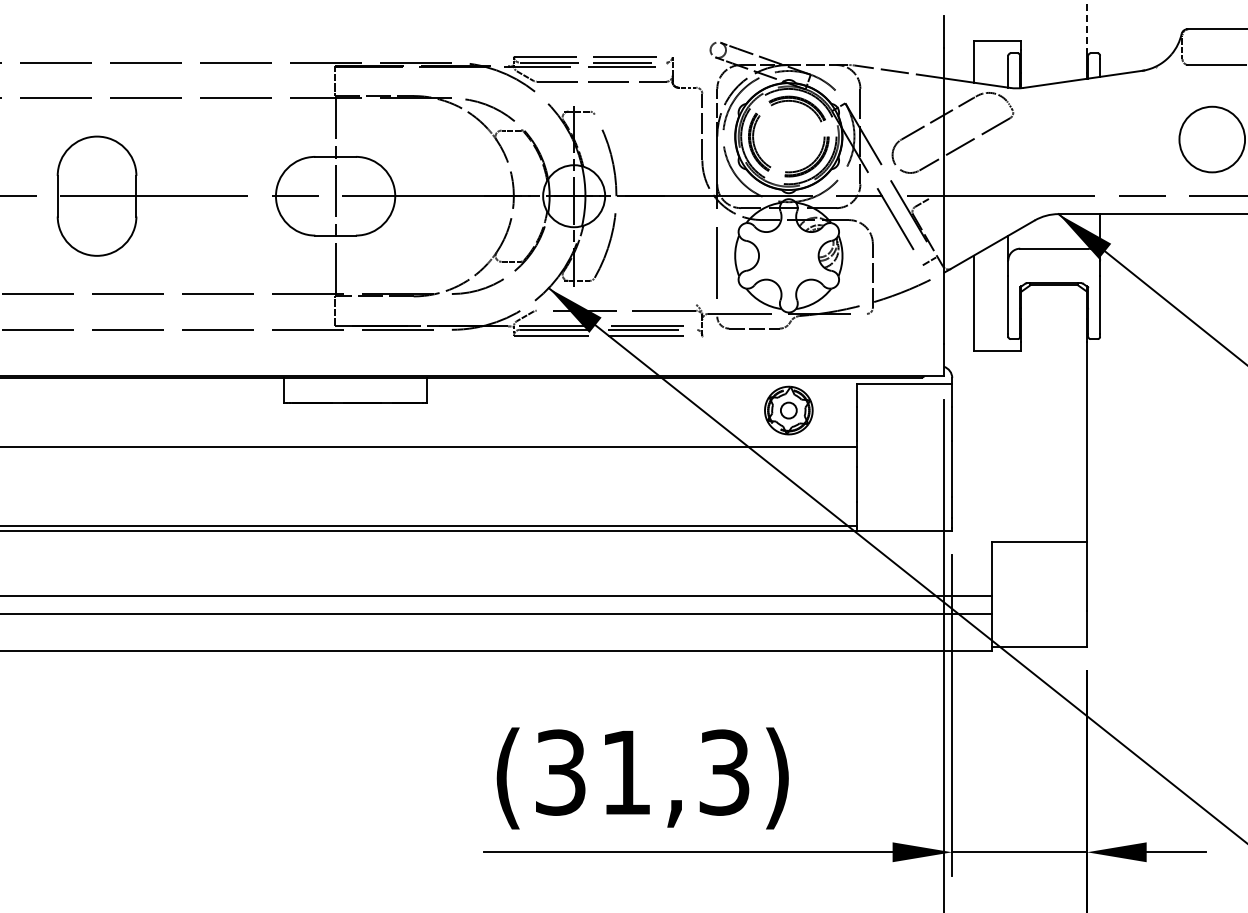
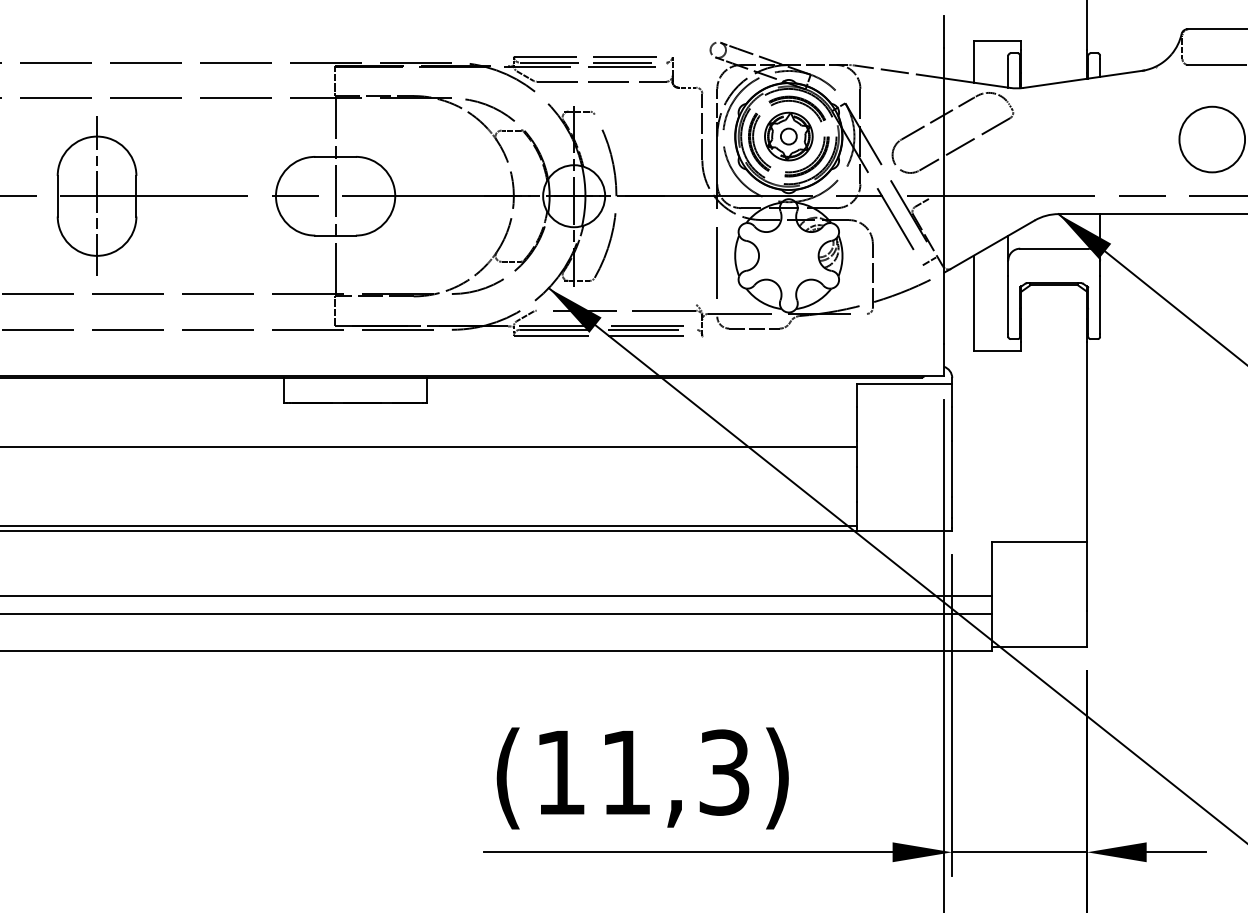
line at (1087, 25): dashed -> solid
line at (97, 196): none -> present
part at (788, 410) position: (788, 410) -> (788, 136)
text at (560, 772): (31,3) -> (11,3)
